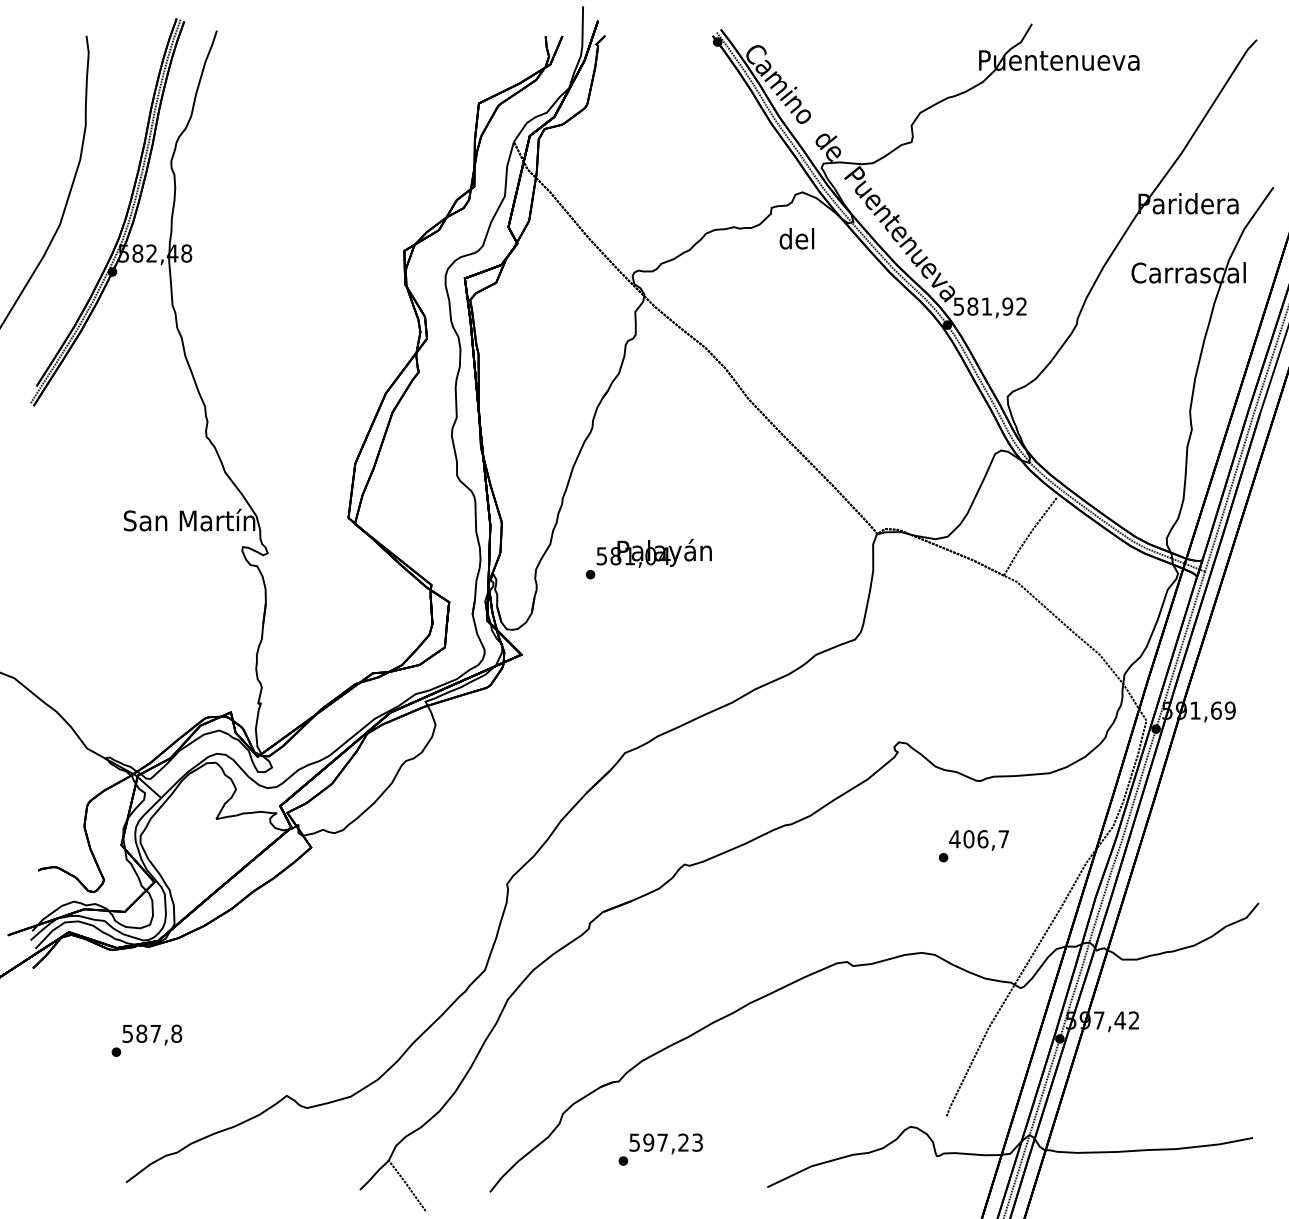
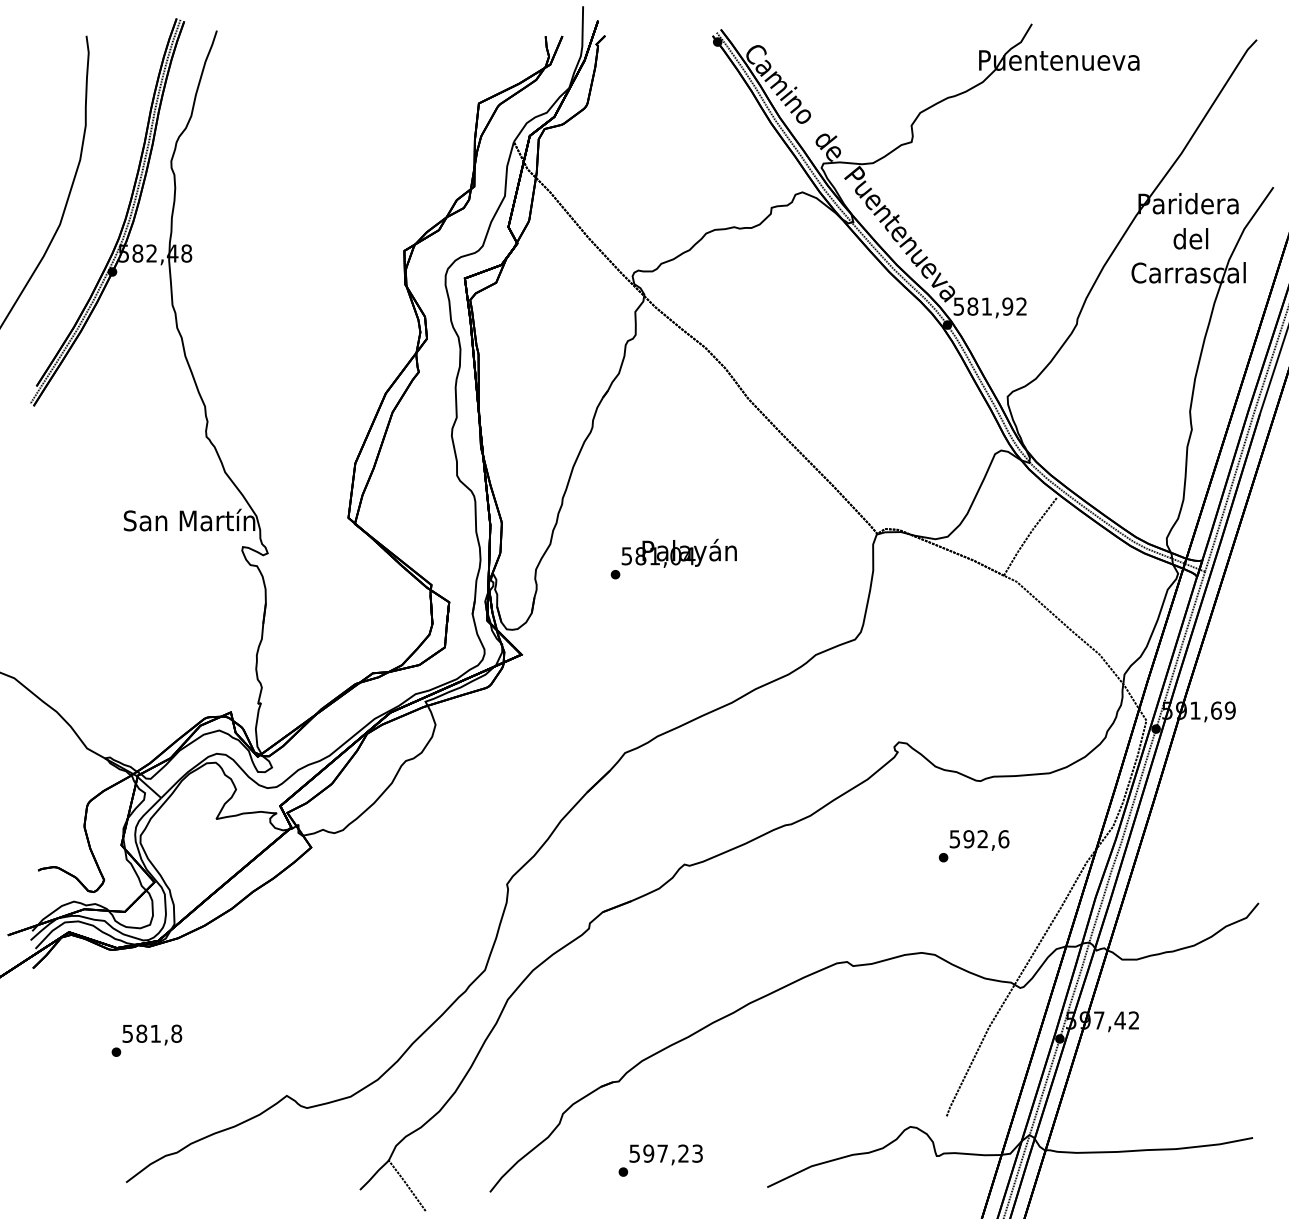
text at (796, 238) position: (796, 238) -> (1190, 238)
text at (648, 558) position: (648, 558) -> (673, 558)
text at (979, 839): 406,7 -> 592,6
text at (155, 1033): 587,8 -> 581,8
text at (660, 1149) position: (660, 1149) -> (660, 1160)
